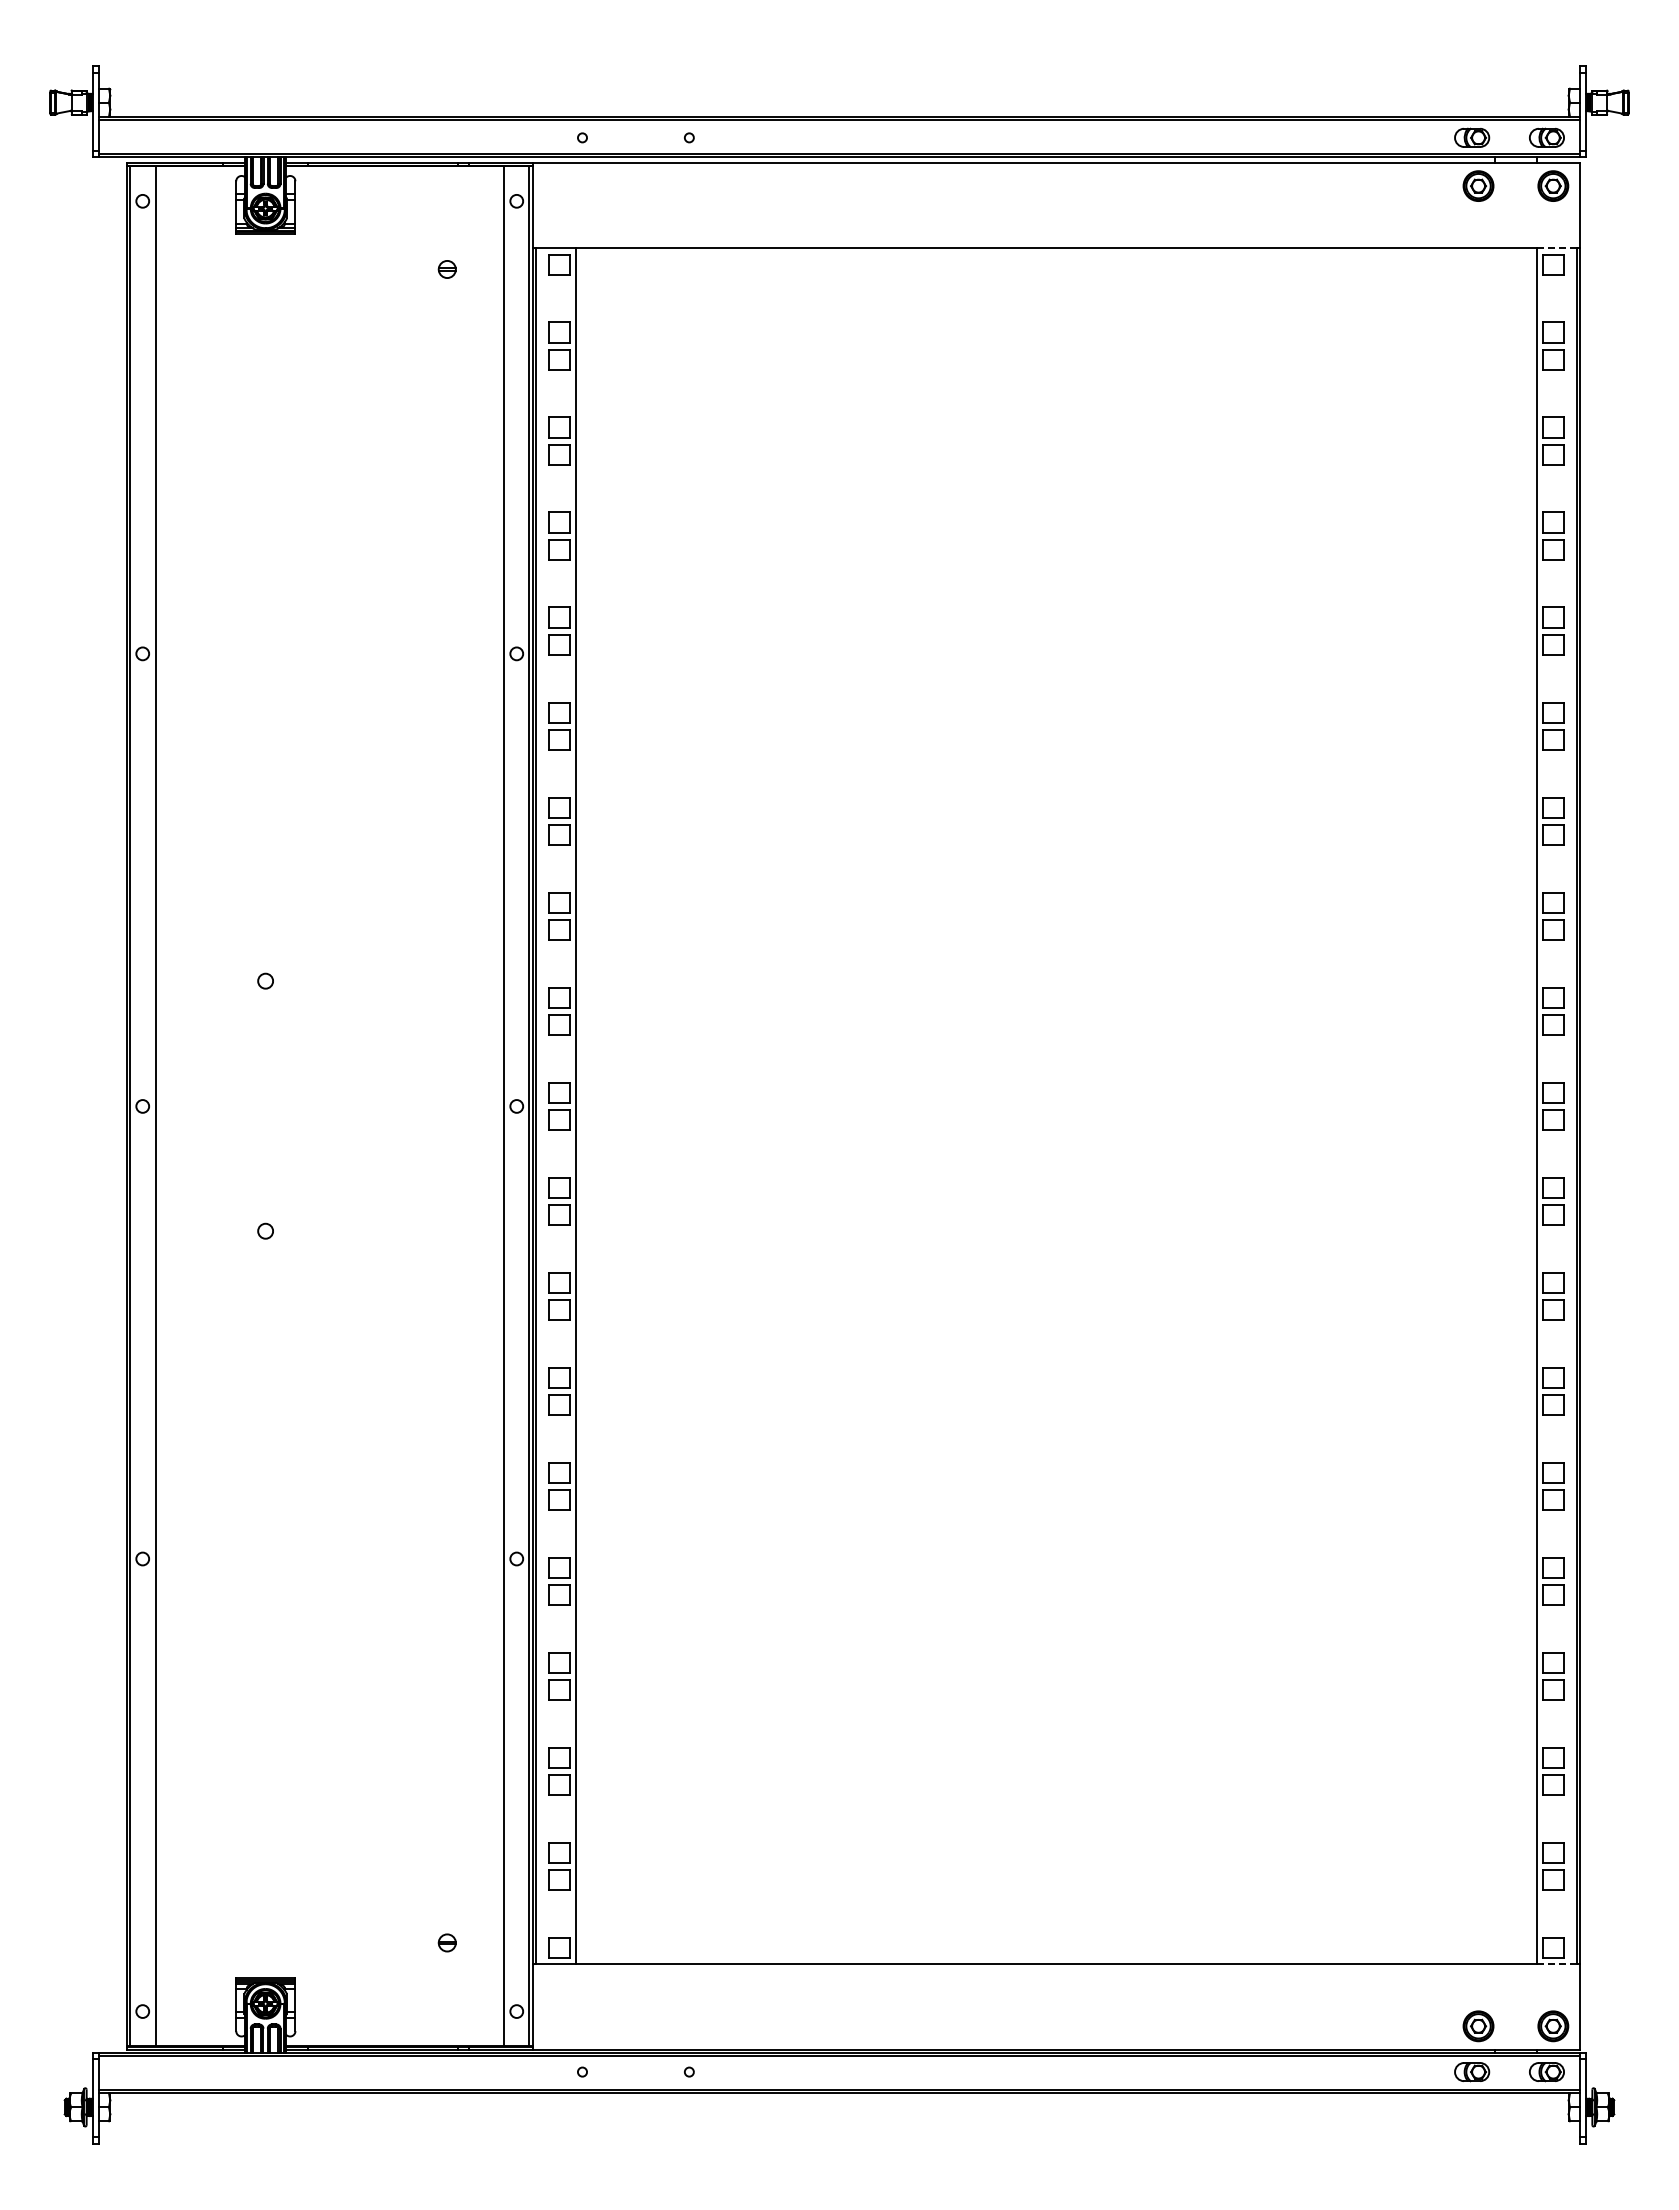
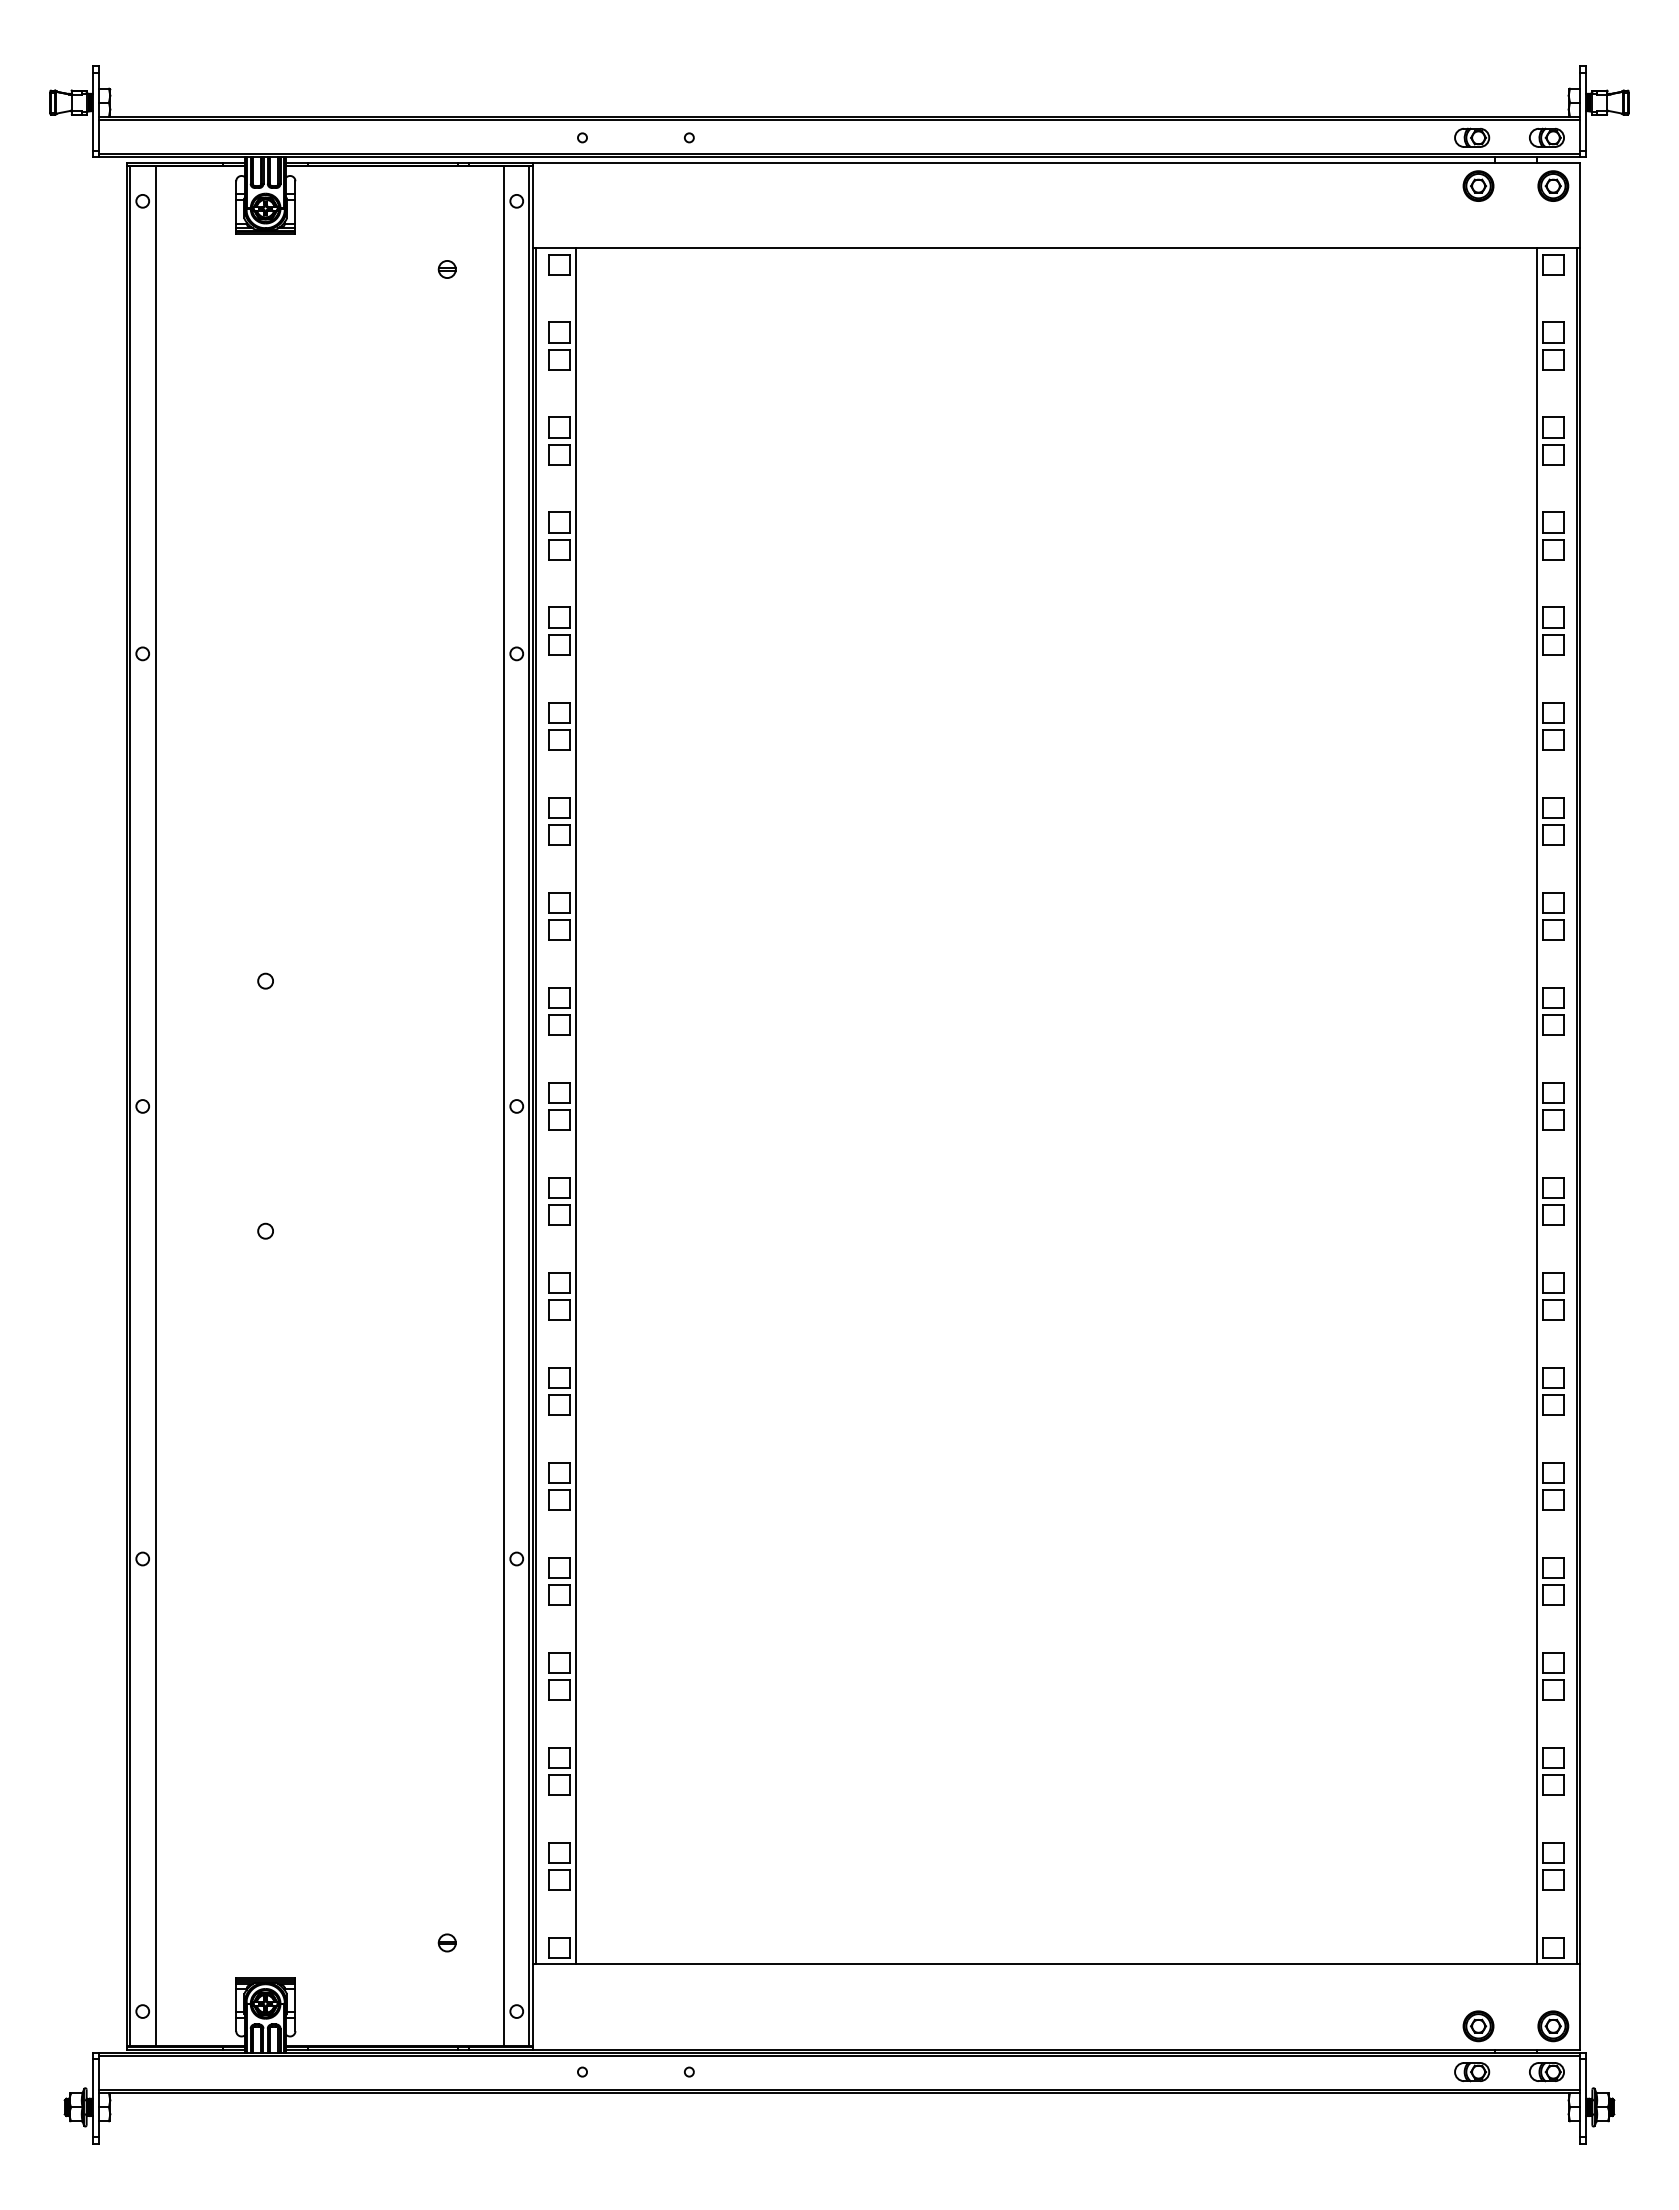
line at (1556, 248): dashed -> solid
line at (1556, 1964): dashed -> solid
